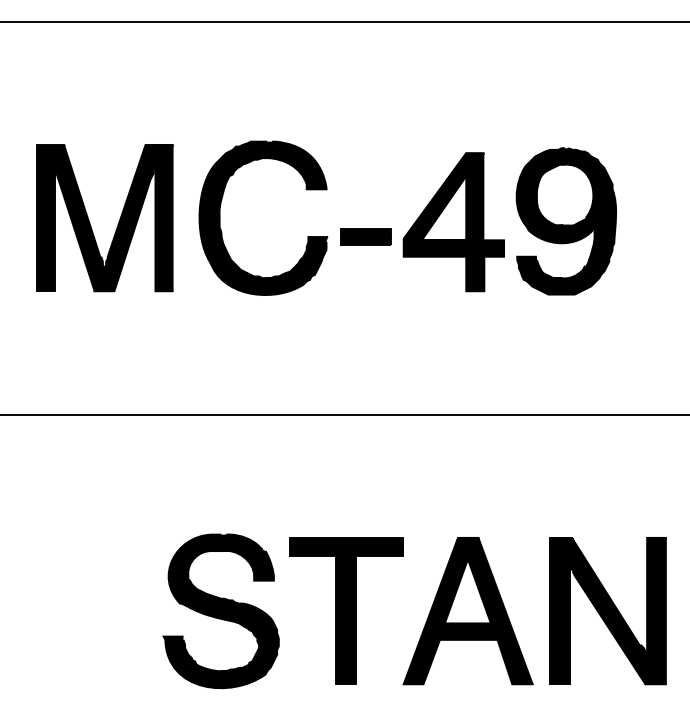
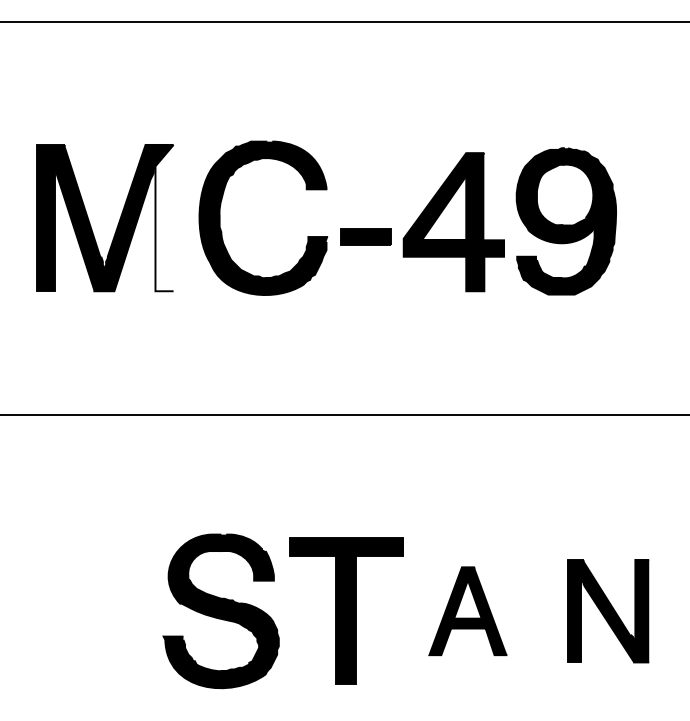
fill at (164, 217): present -> none
part at (467, 611) size: 132x149 px -> 80x91 px
part at (607, 611) size: 118x149 px -> 83x105 px
